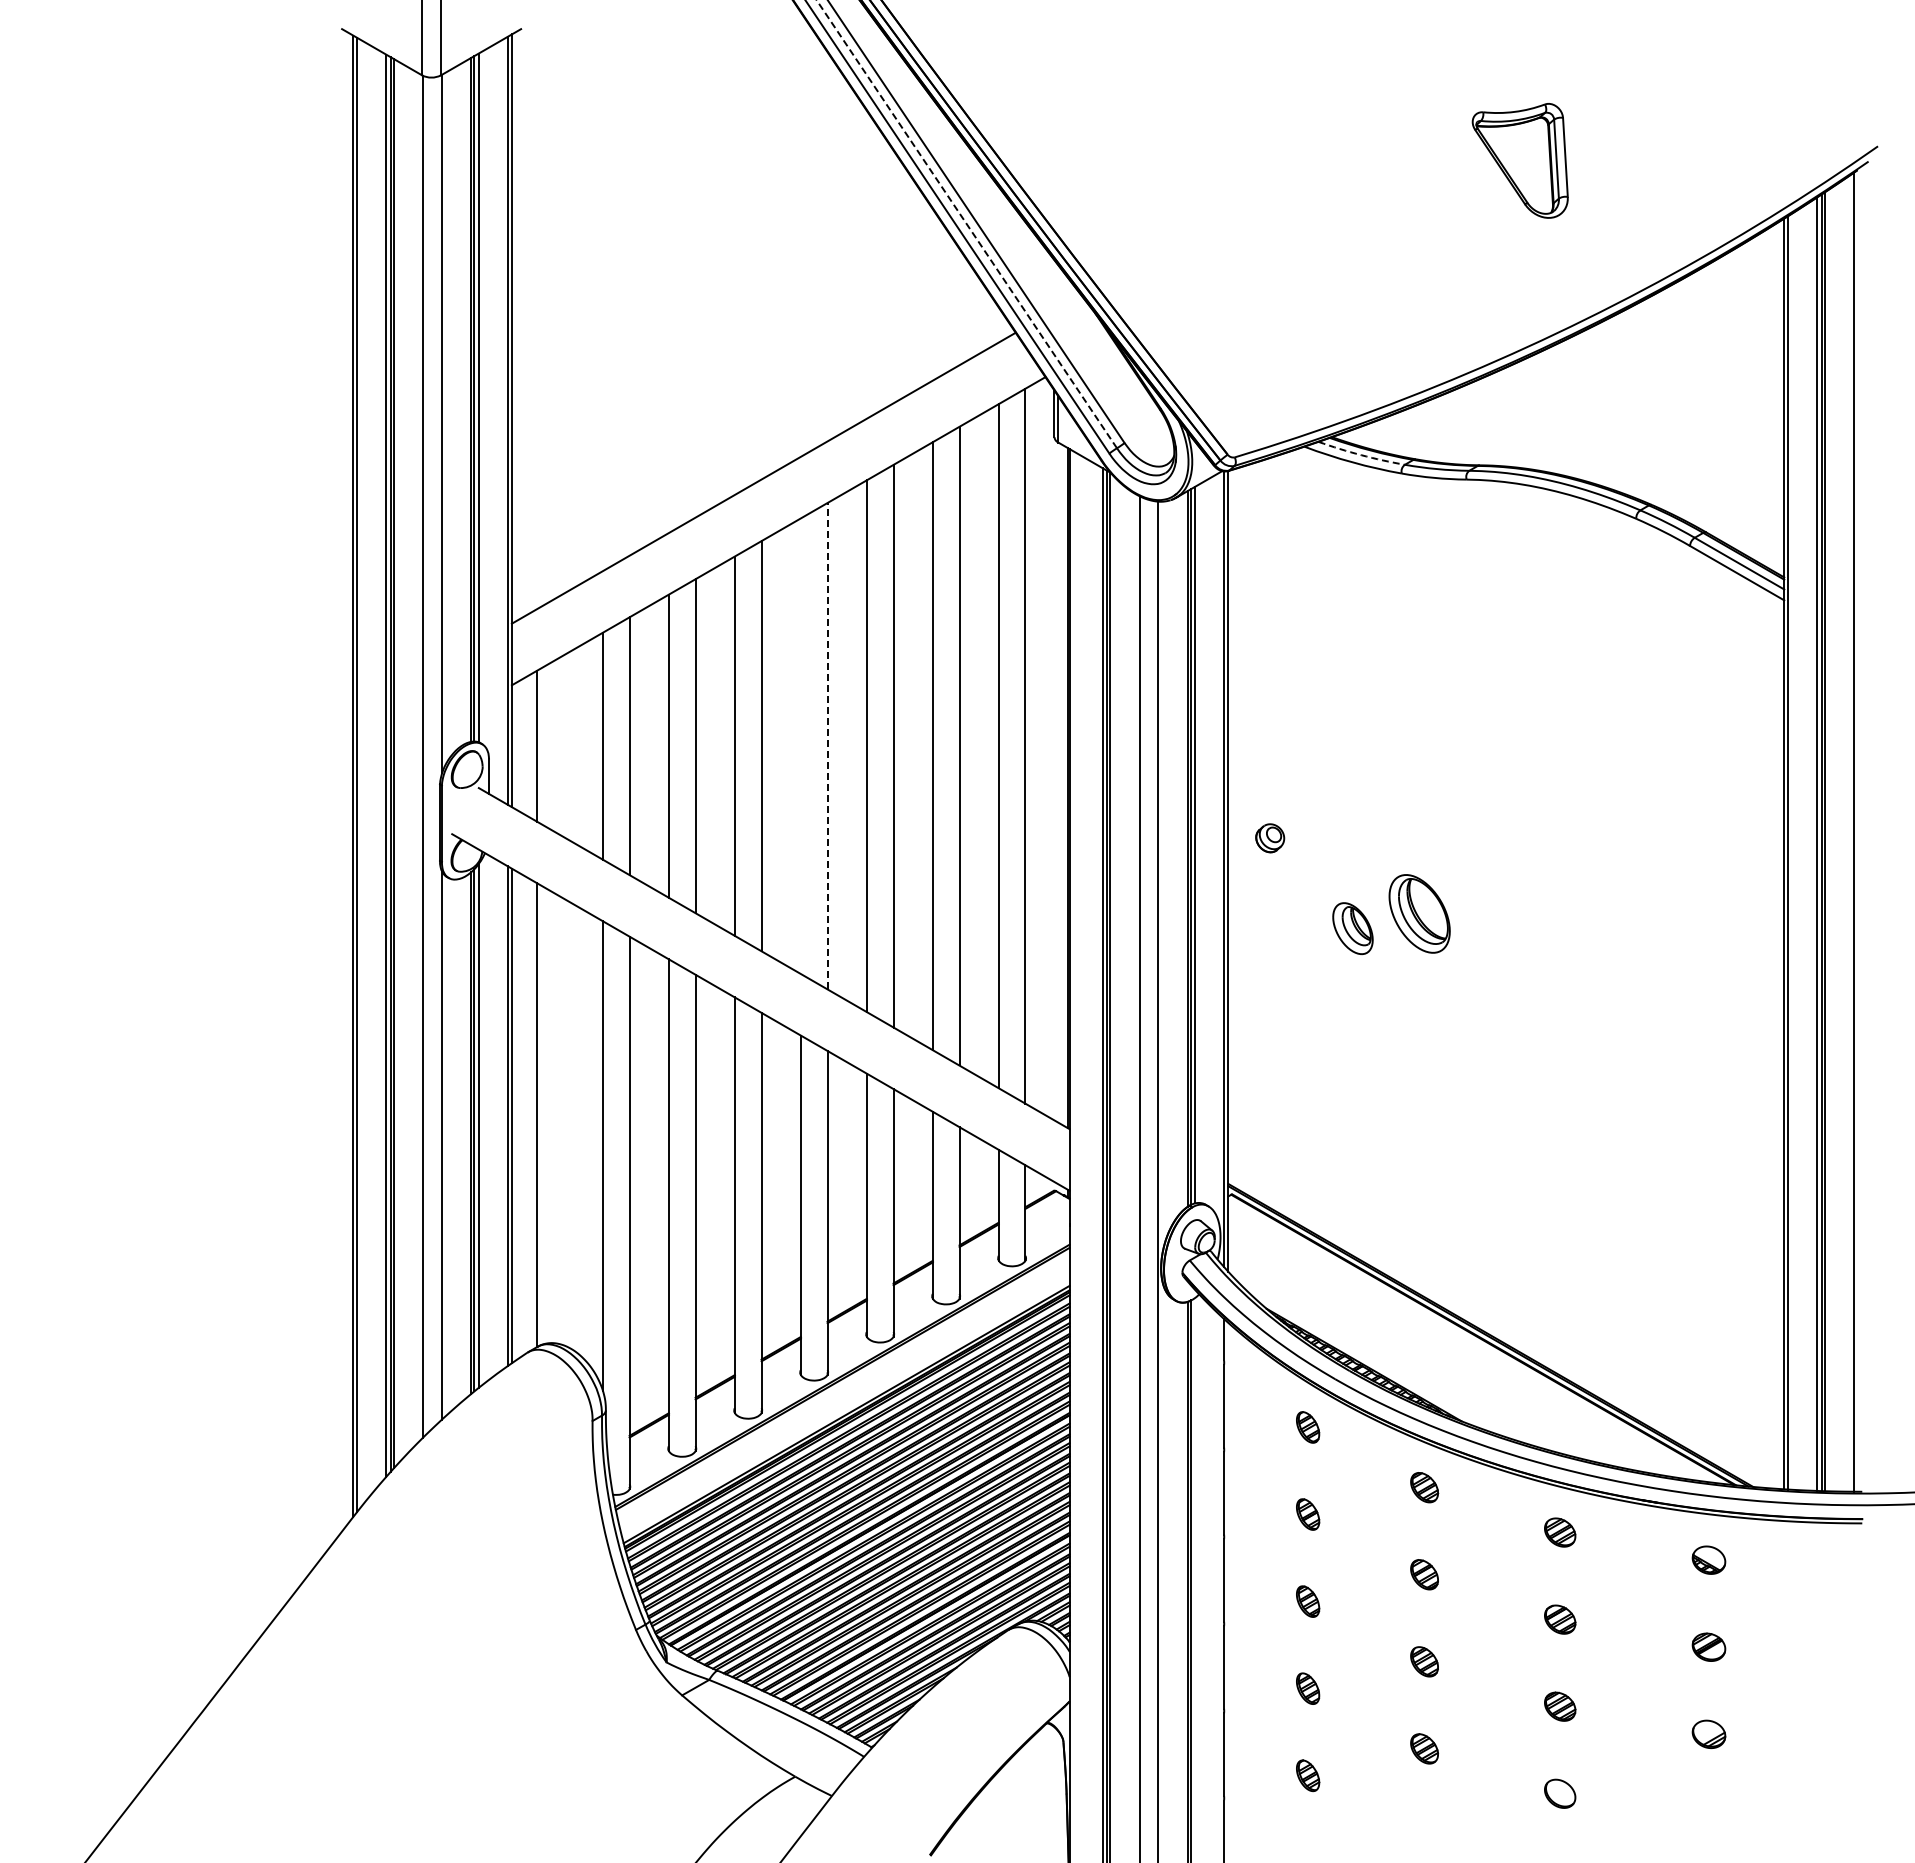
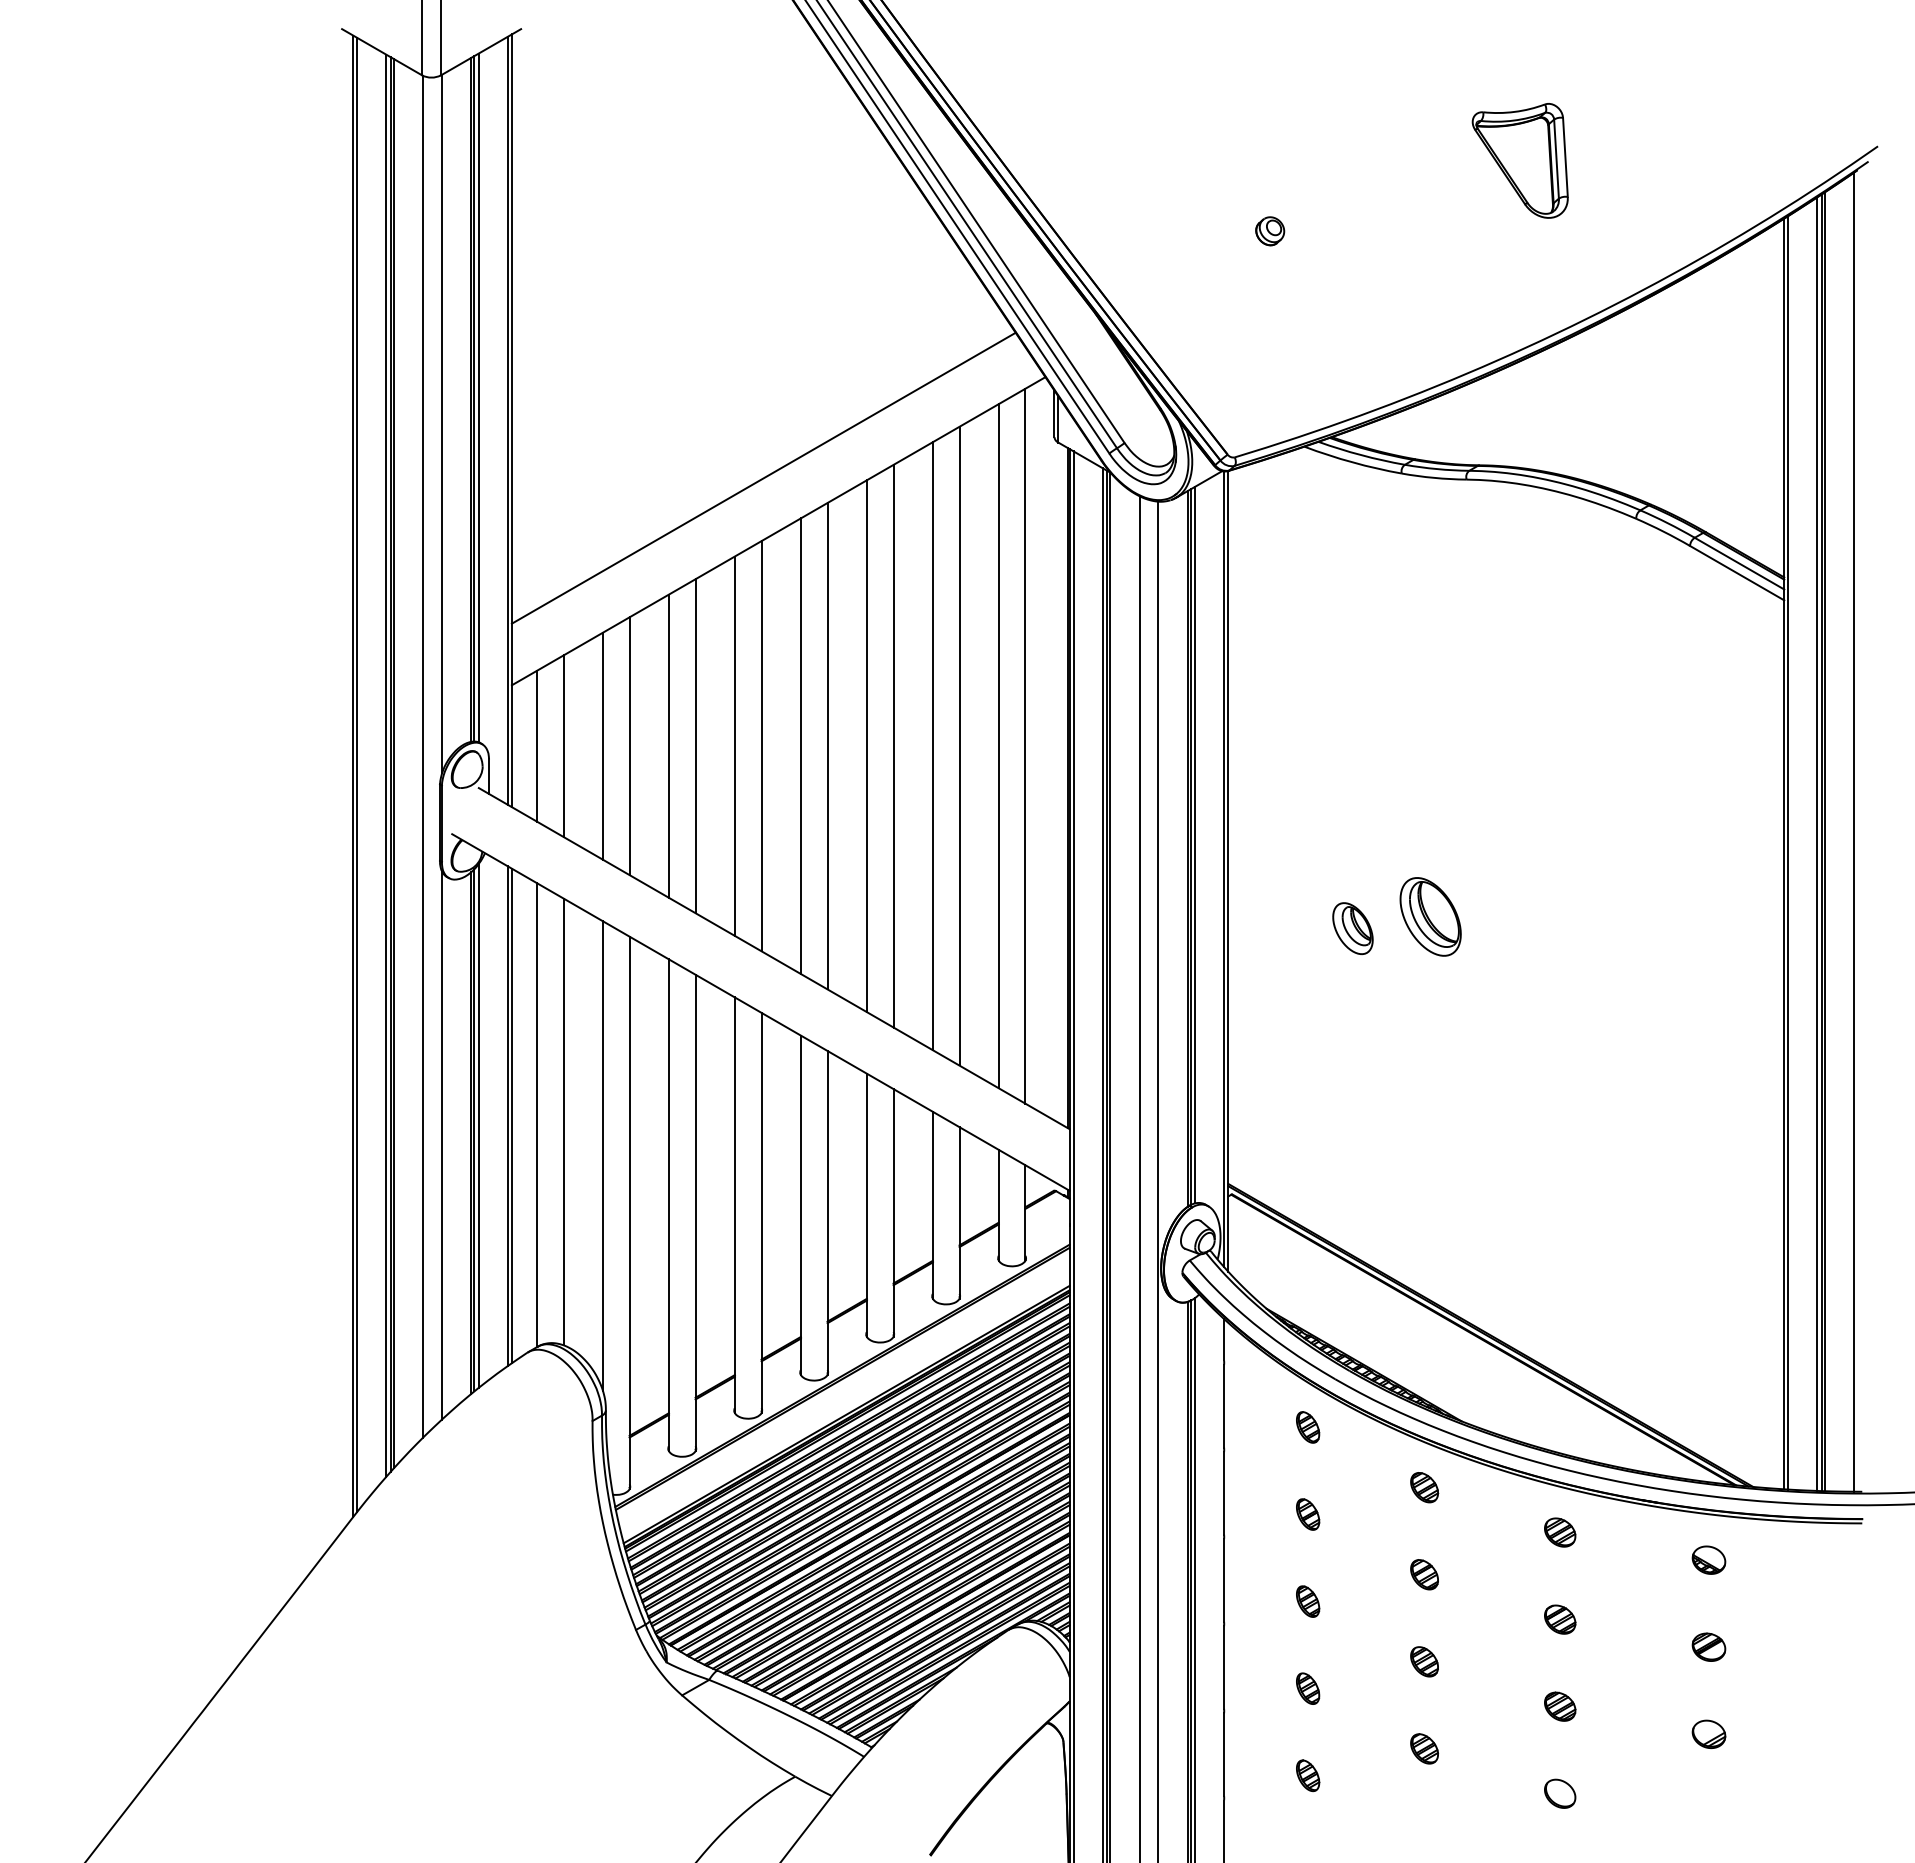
line at (966, 224): dashed -> solid
arc at (1361, 455): dashed -> solid
line at (800, 745): none -> present
line at (827, 745): dashed -> solid
line at (563, 746): none -> present
part at (1270, 838) position: (1270, 838) -> (1270, 231)
part at (1419, 913) position: (1419, 913) -> (1430, 916)
line at (563, 1121): none -> present
line at (1073, 1155): none -> present
line at (1195, 1578): none -> present
